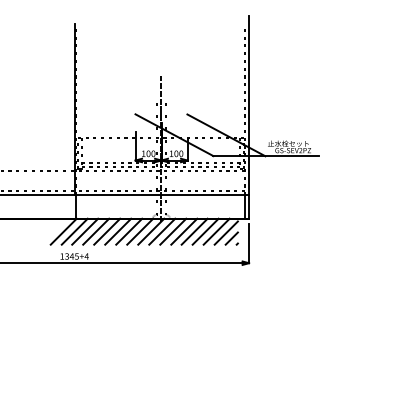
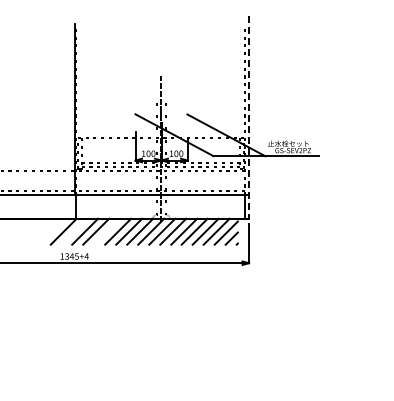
line at (249, 118): solid -> dashed
line at (74, 231): present -> none
line at (107, 231): present -> none
